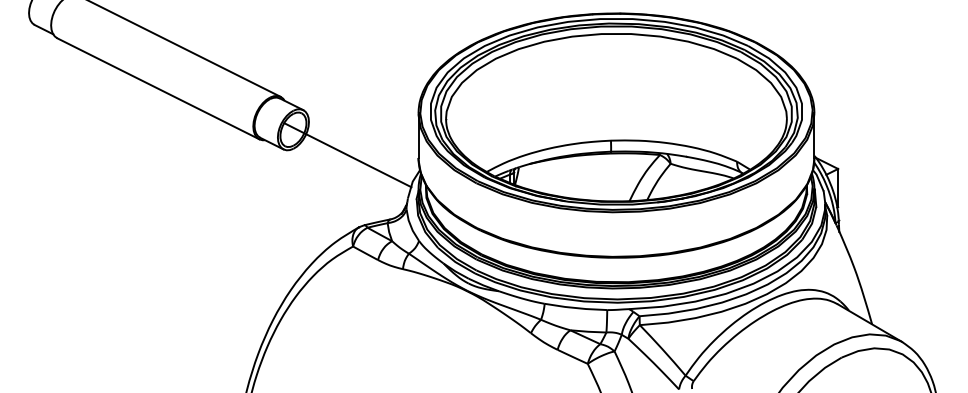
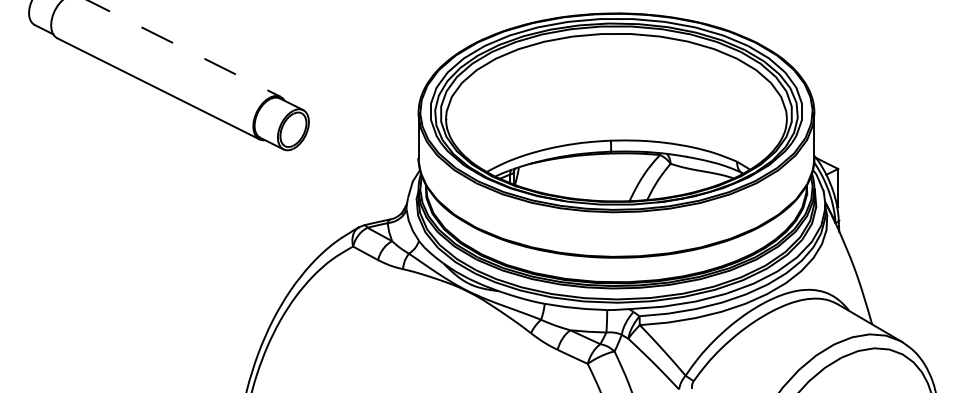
line at (184, 48): solid -> dashed
line at (347, 155): present -> none
